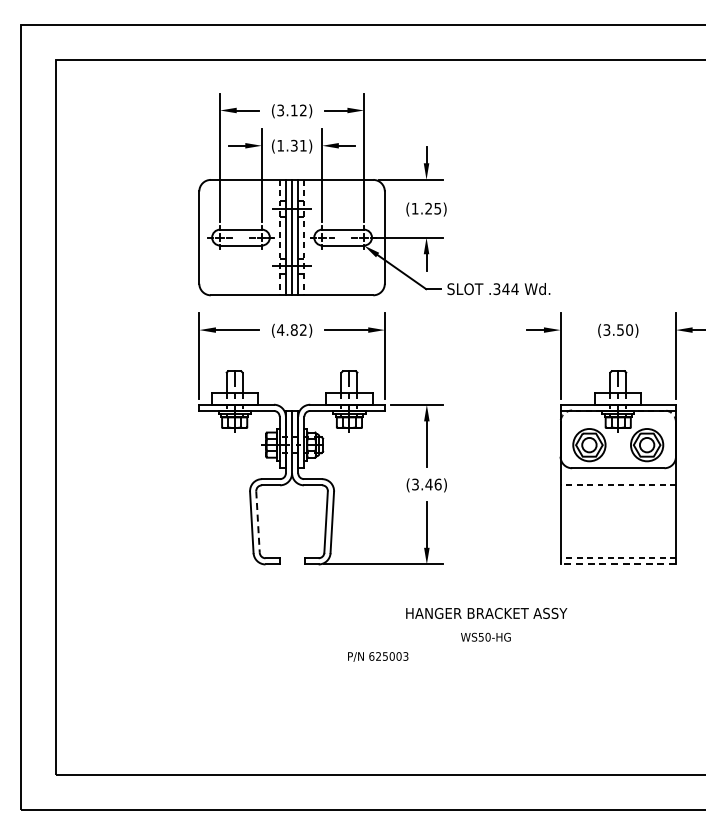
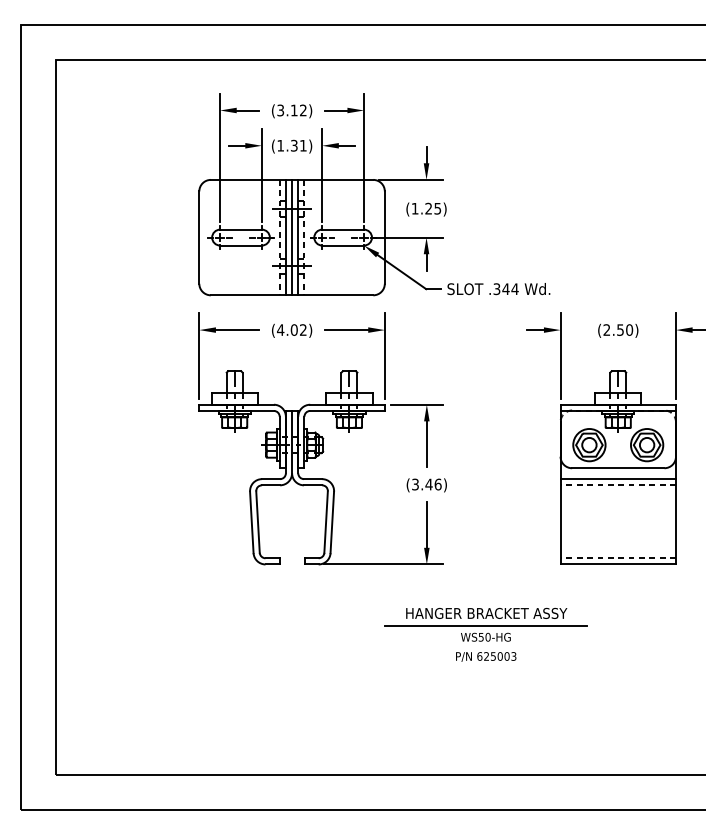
text at (293, 329): (4.82) -> (4.02)
text at (606, 329): (3.50) -> (2.50)
line at (617, 479): none -> present
line at (258, 522): dashed -> solid
line at (618, 564): dashed -> solid
line at (486, 625): none -> present
text at (378, 656) position: (378, 656) -> (486, 656)
